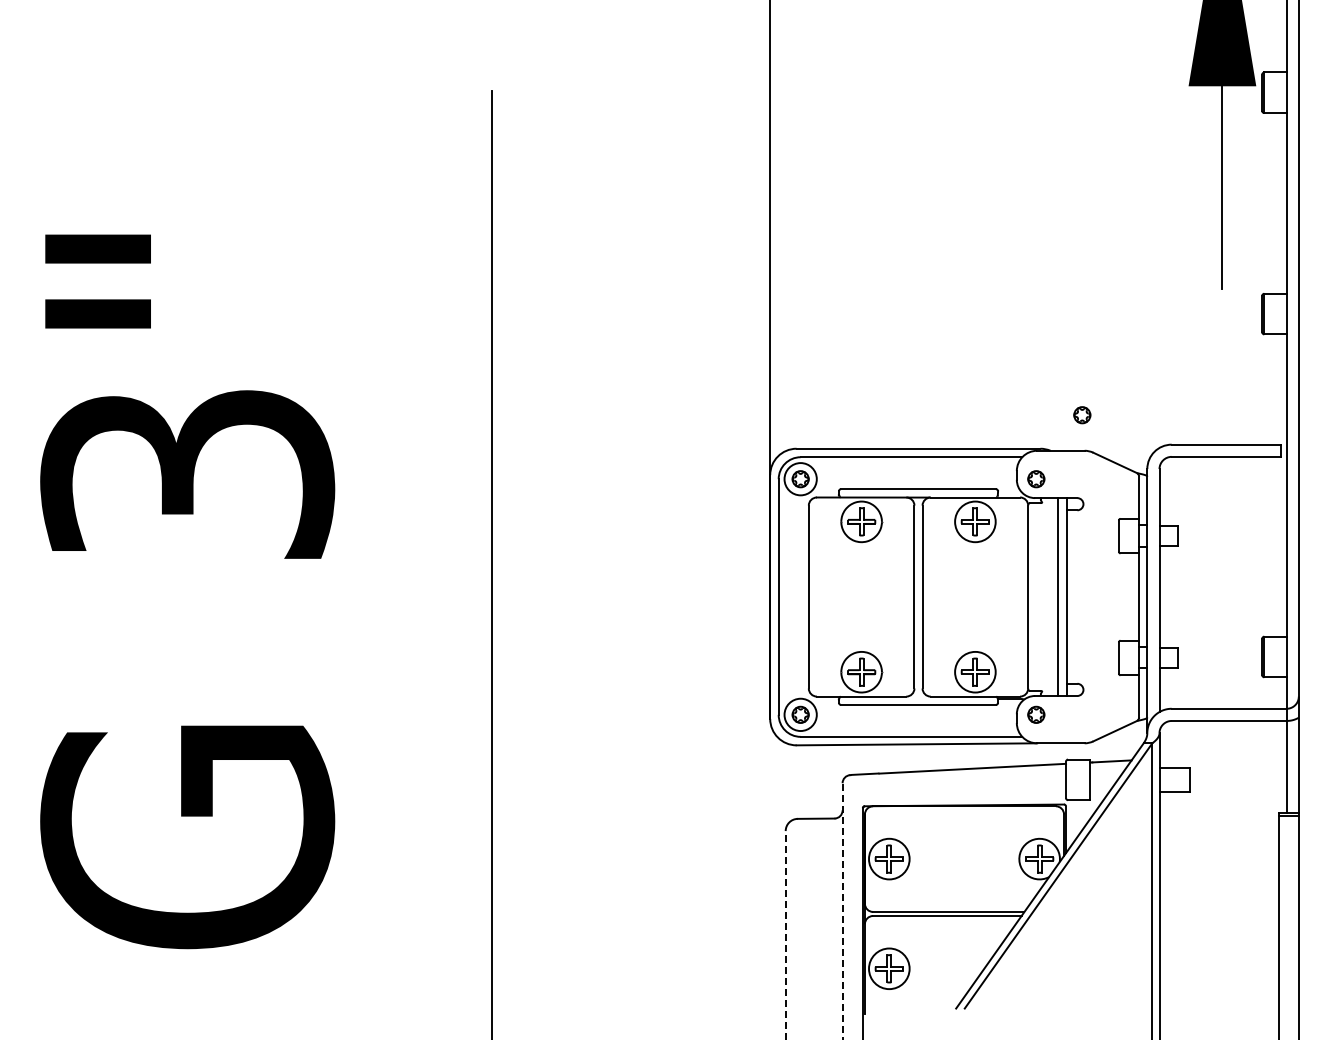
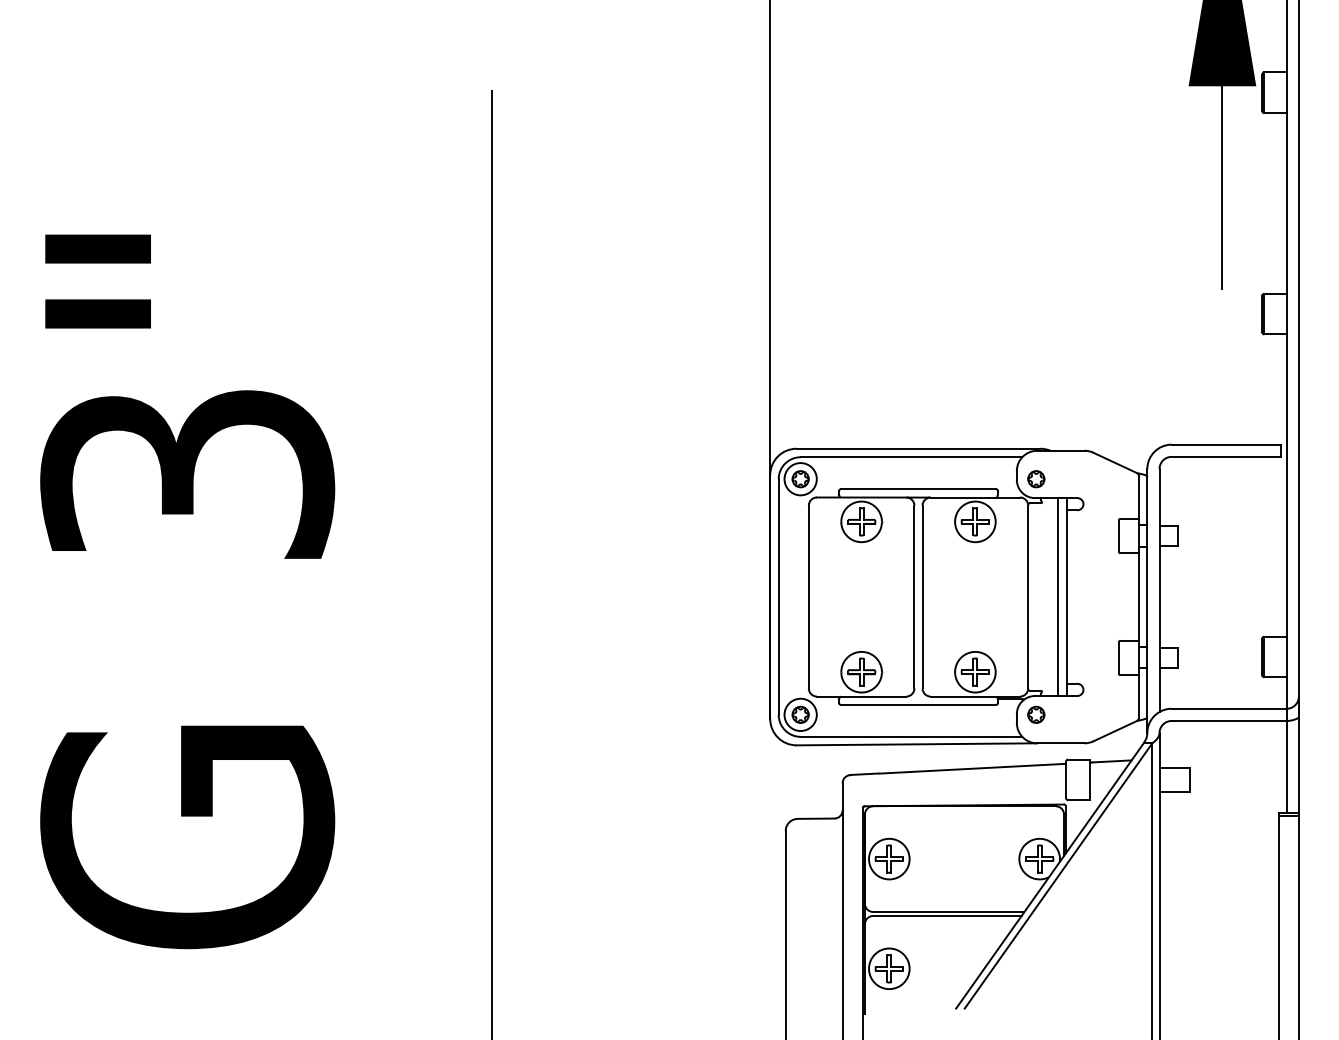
part at (1082, 415): present -> none
line at (842, 911): dashed -> solid
line at (785, 934): dashed -> solid
